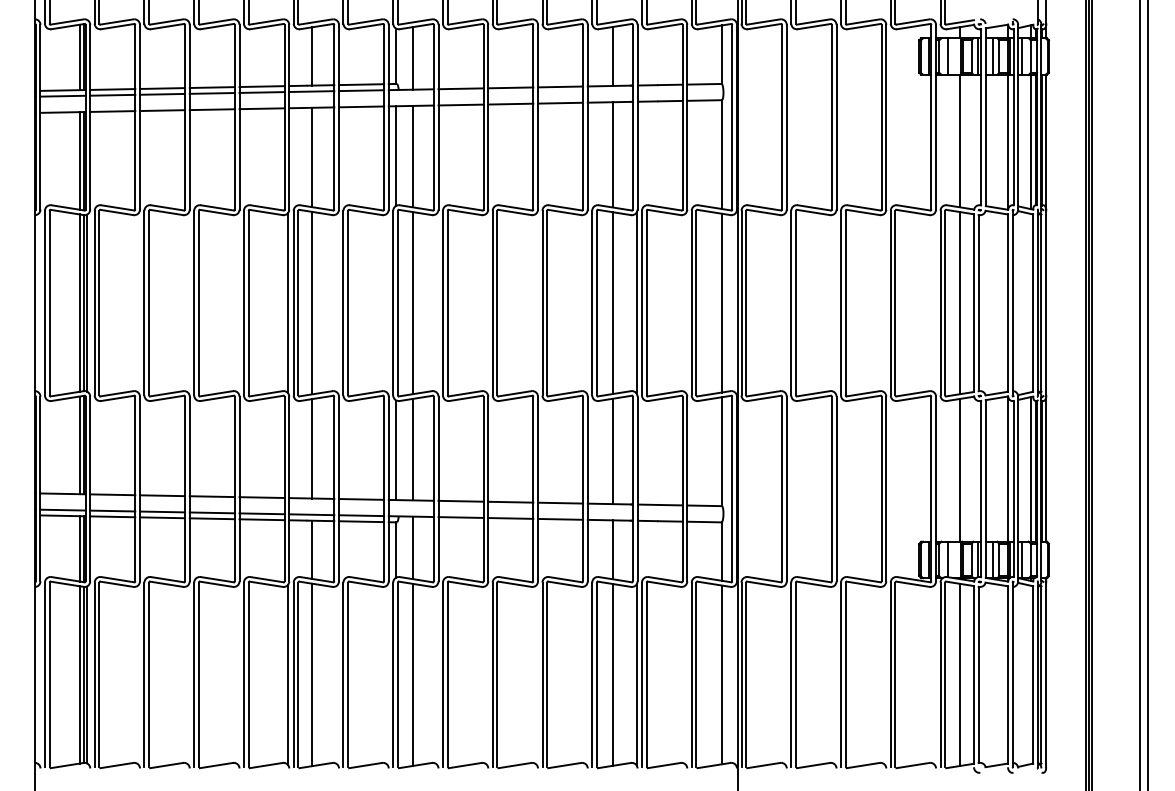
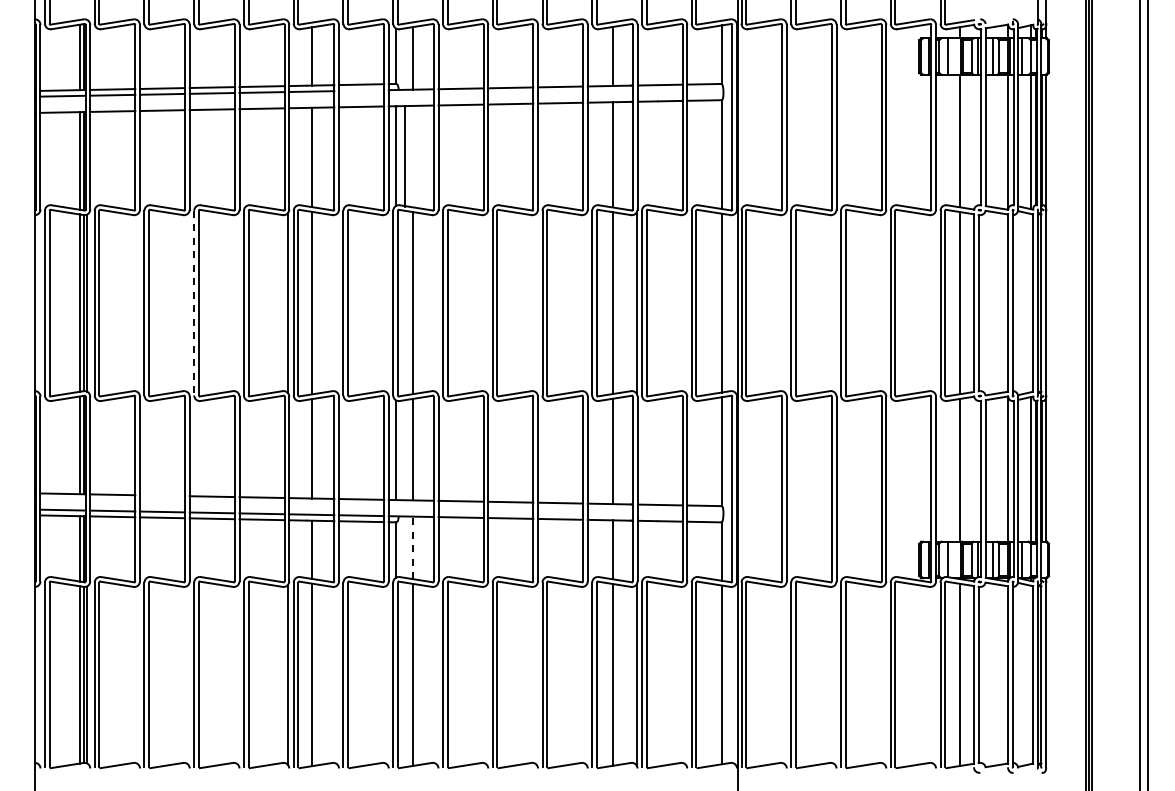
line at (361, 90): present -> none
line at (412, 156) position: (412, 156) -> (404, 156)
line at (194, 303): solid -> dashed
line at (162, 495): present -> none
line at (412, 547): solid -> dashed
